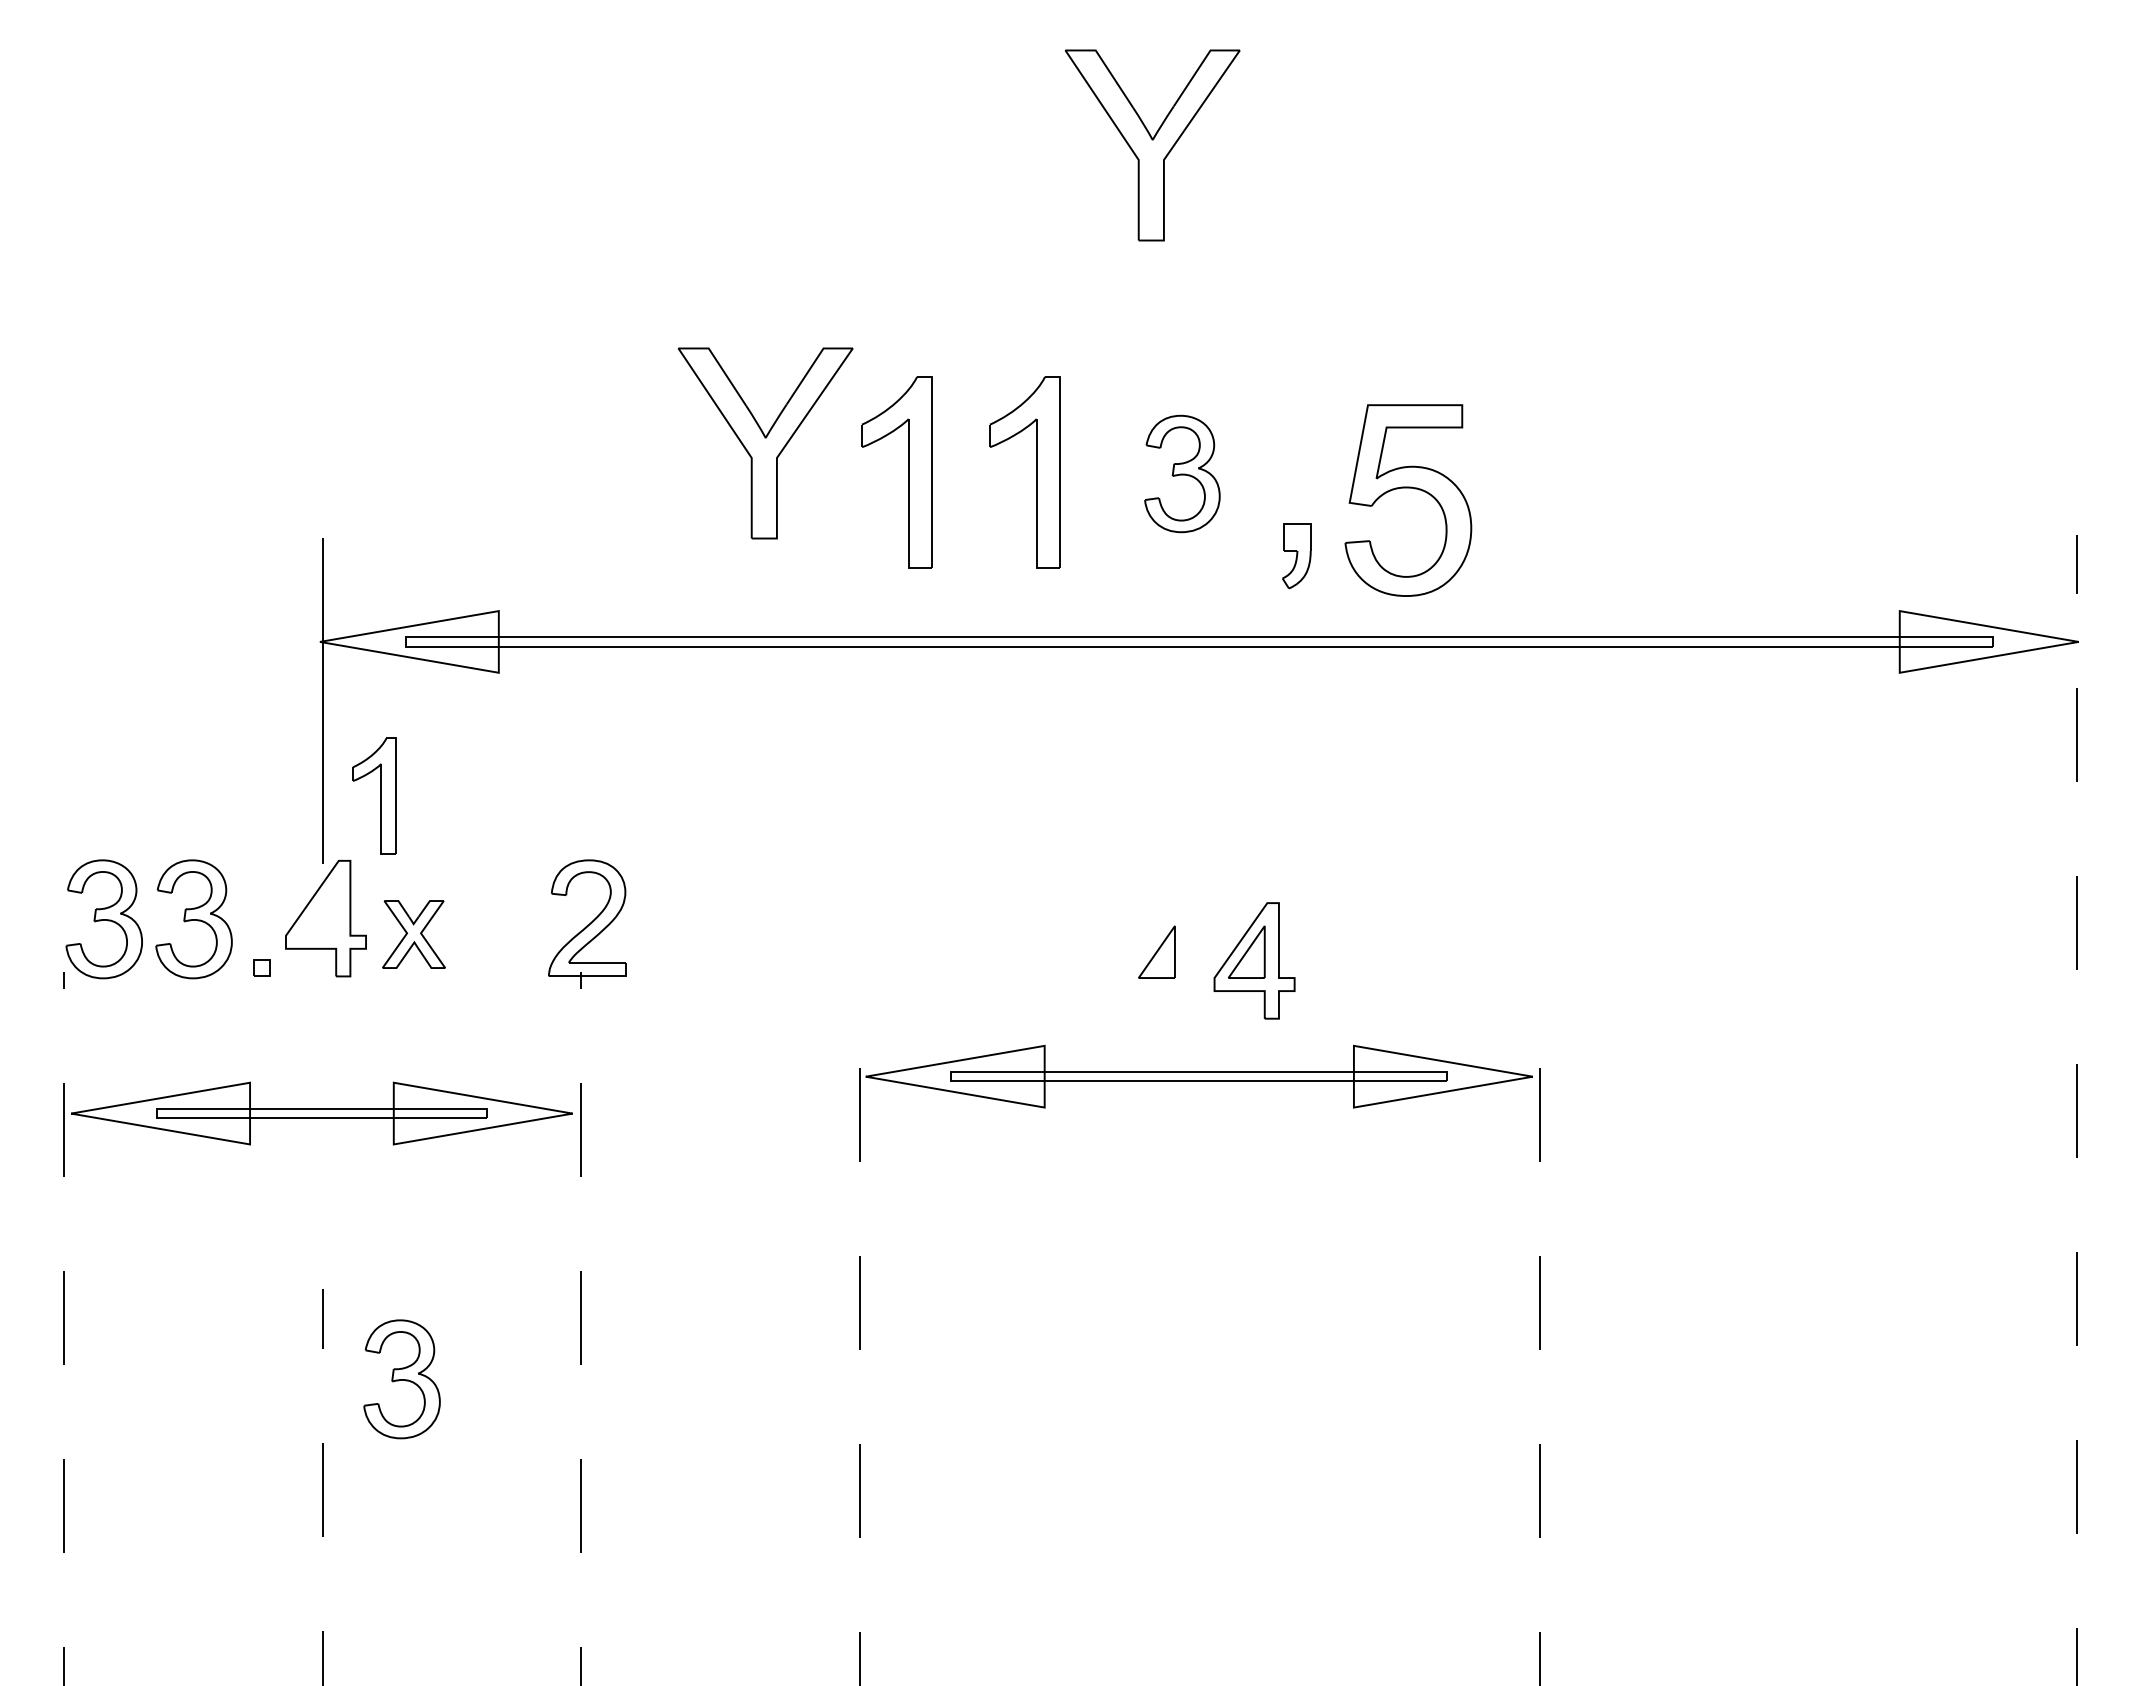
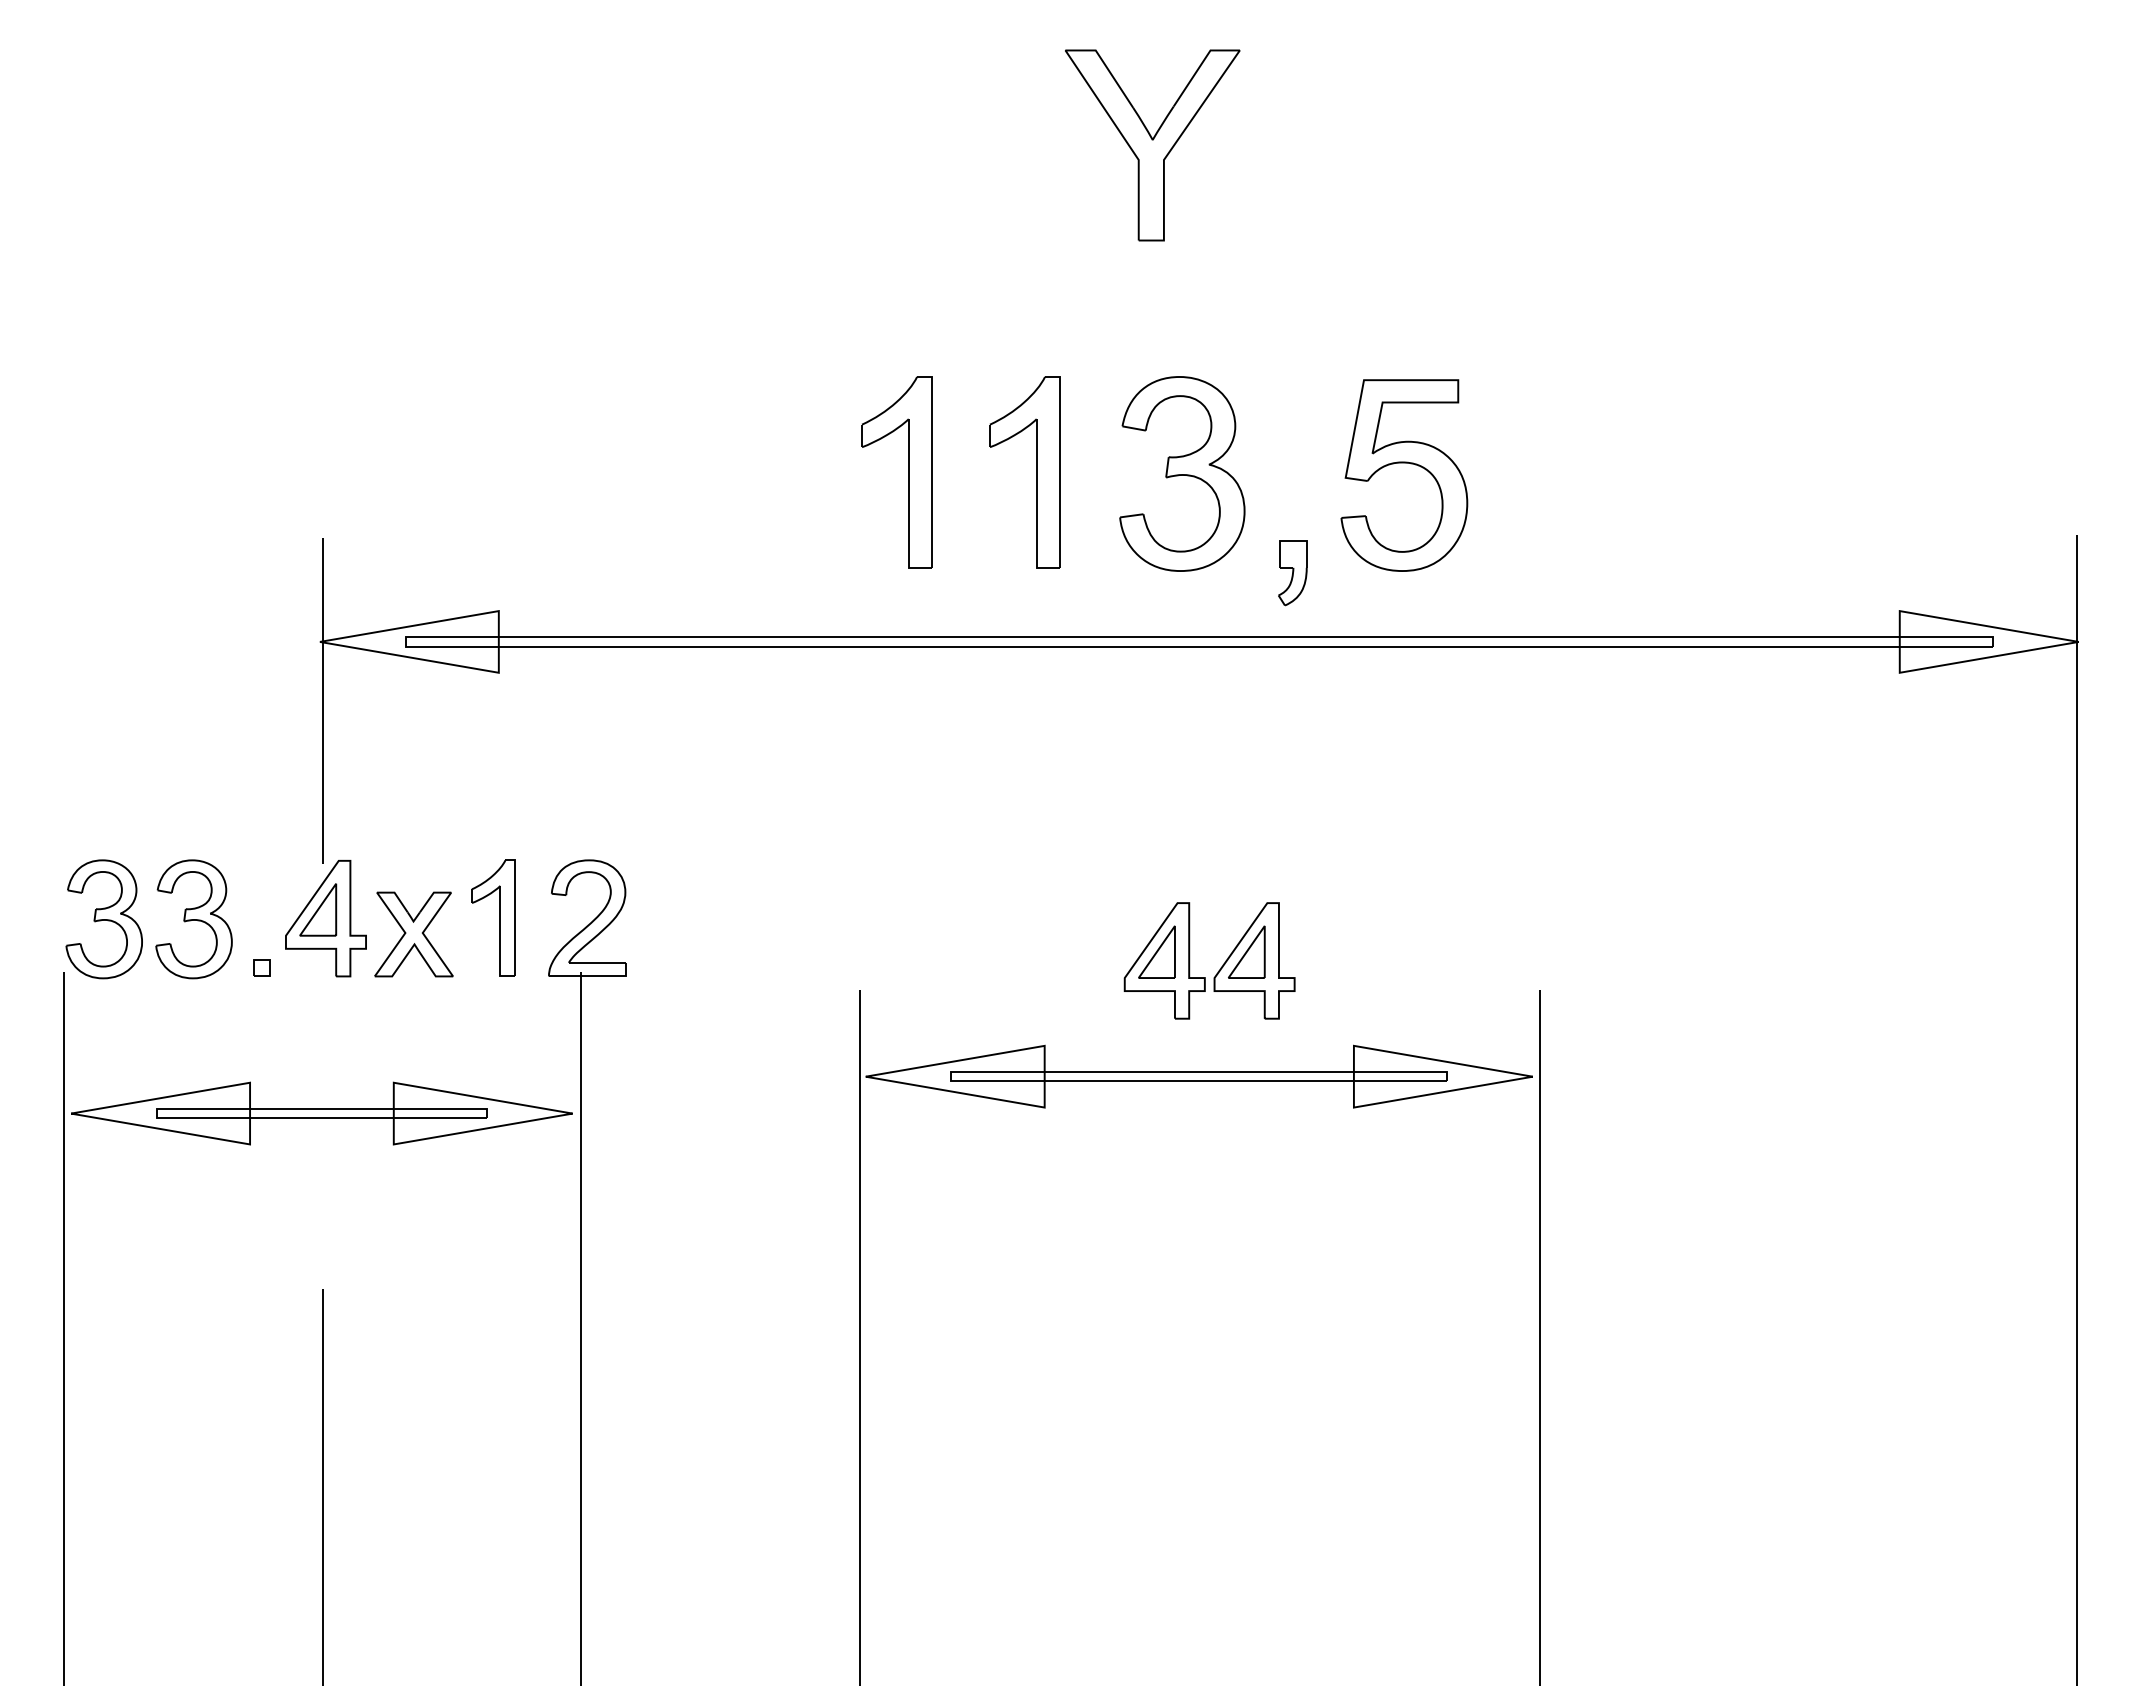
part at (765, 443): present -> none
part at (1182, 473) size: 77x120 px -> 127x196 px
part at (1408, 488) position: (1408, 488) -> (1404, 463)
part at (1296, 556) position: (1296, 556) -> (1292, 573)
part at (374, 795) position: (374, 795) -> (493, 917)
part at (318, 909): none -> present
part at (413, 934) size: 64x69 px -> 80x87 px
part at (1164, 960): none -> present
line at (2077, 1110): dashed -> solid
line at (64, 1328): dashed -> solid
line at (580, 1328): dashed -> solid
line at (859, 1338): dashed -> solid
line at (1539, 1338): dashed -> solid
part at (401, 1379): present -> none
line at (322, 1487): dashed -> solid
